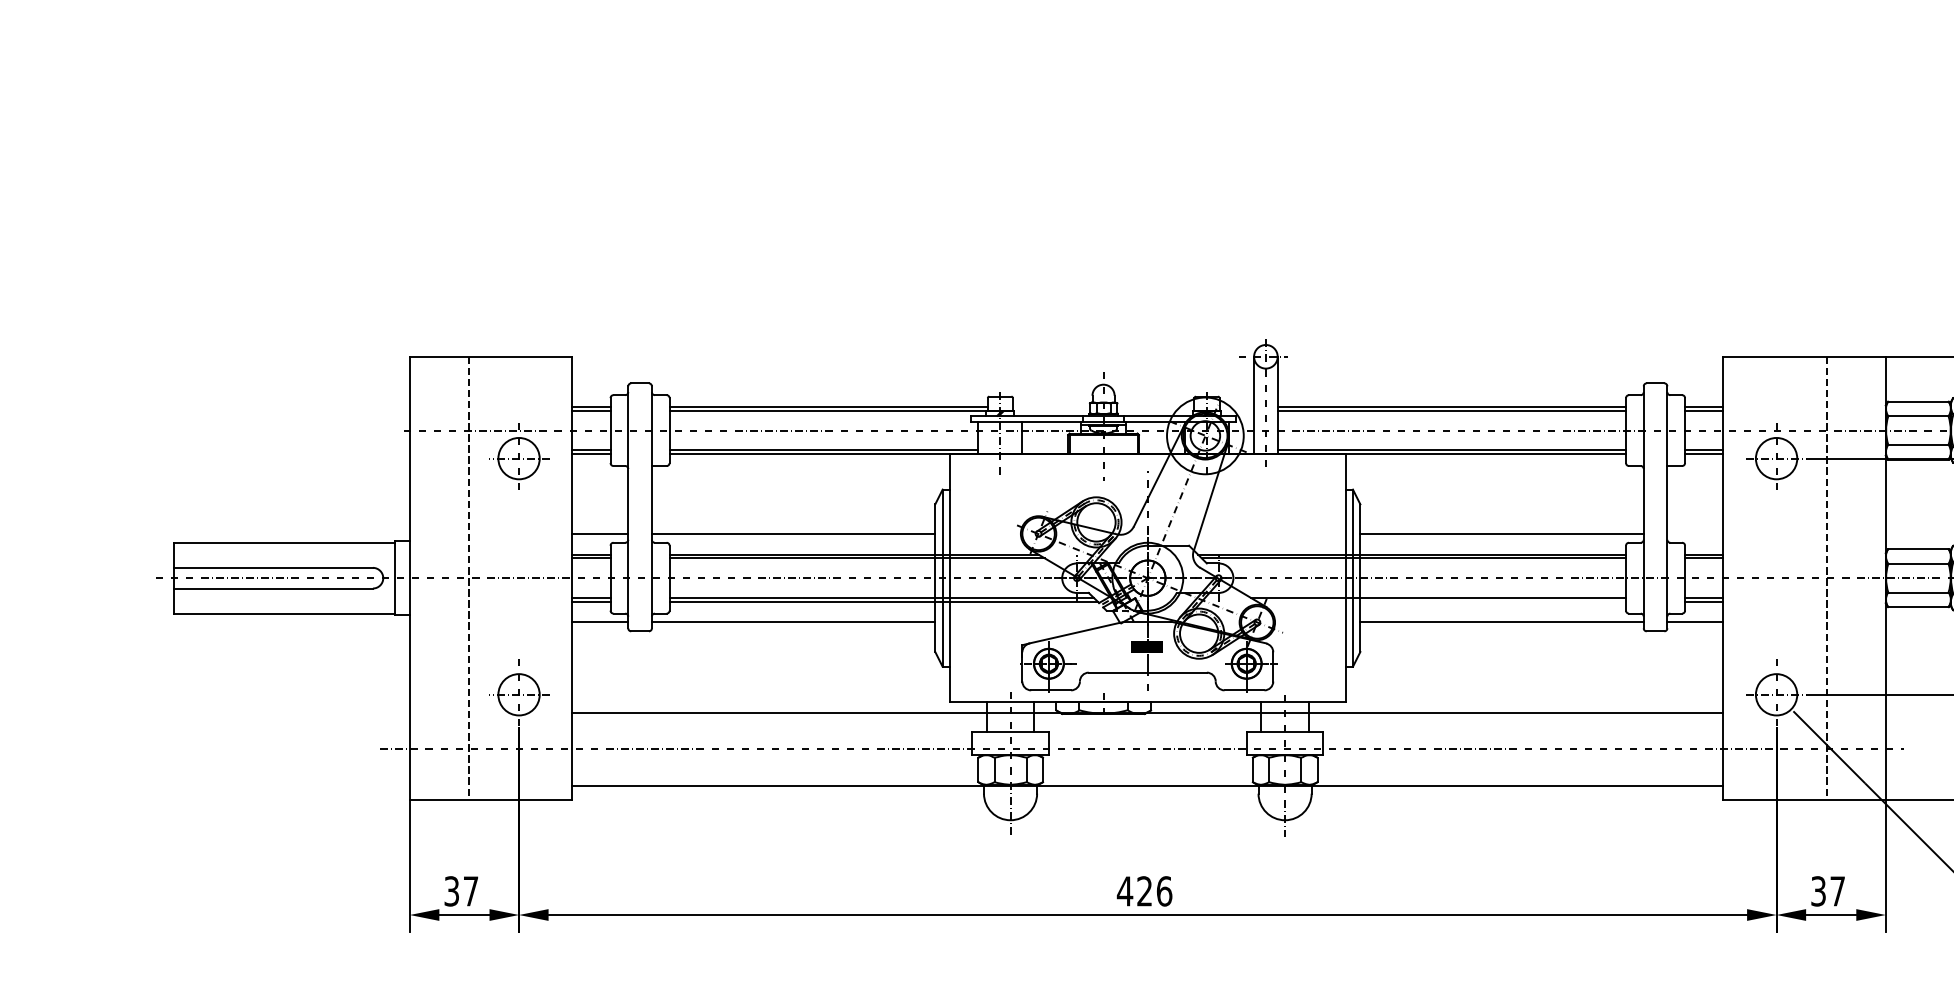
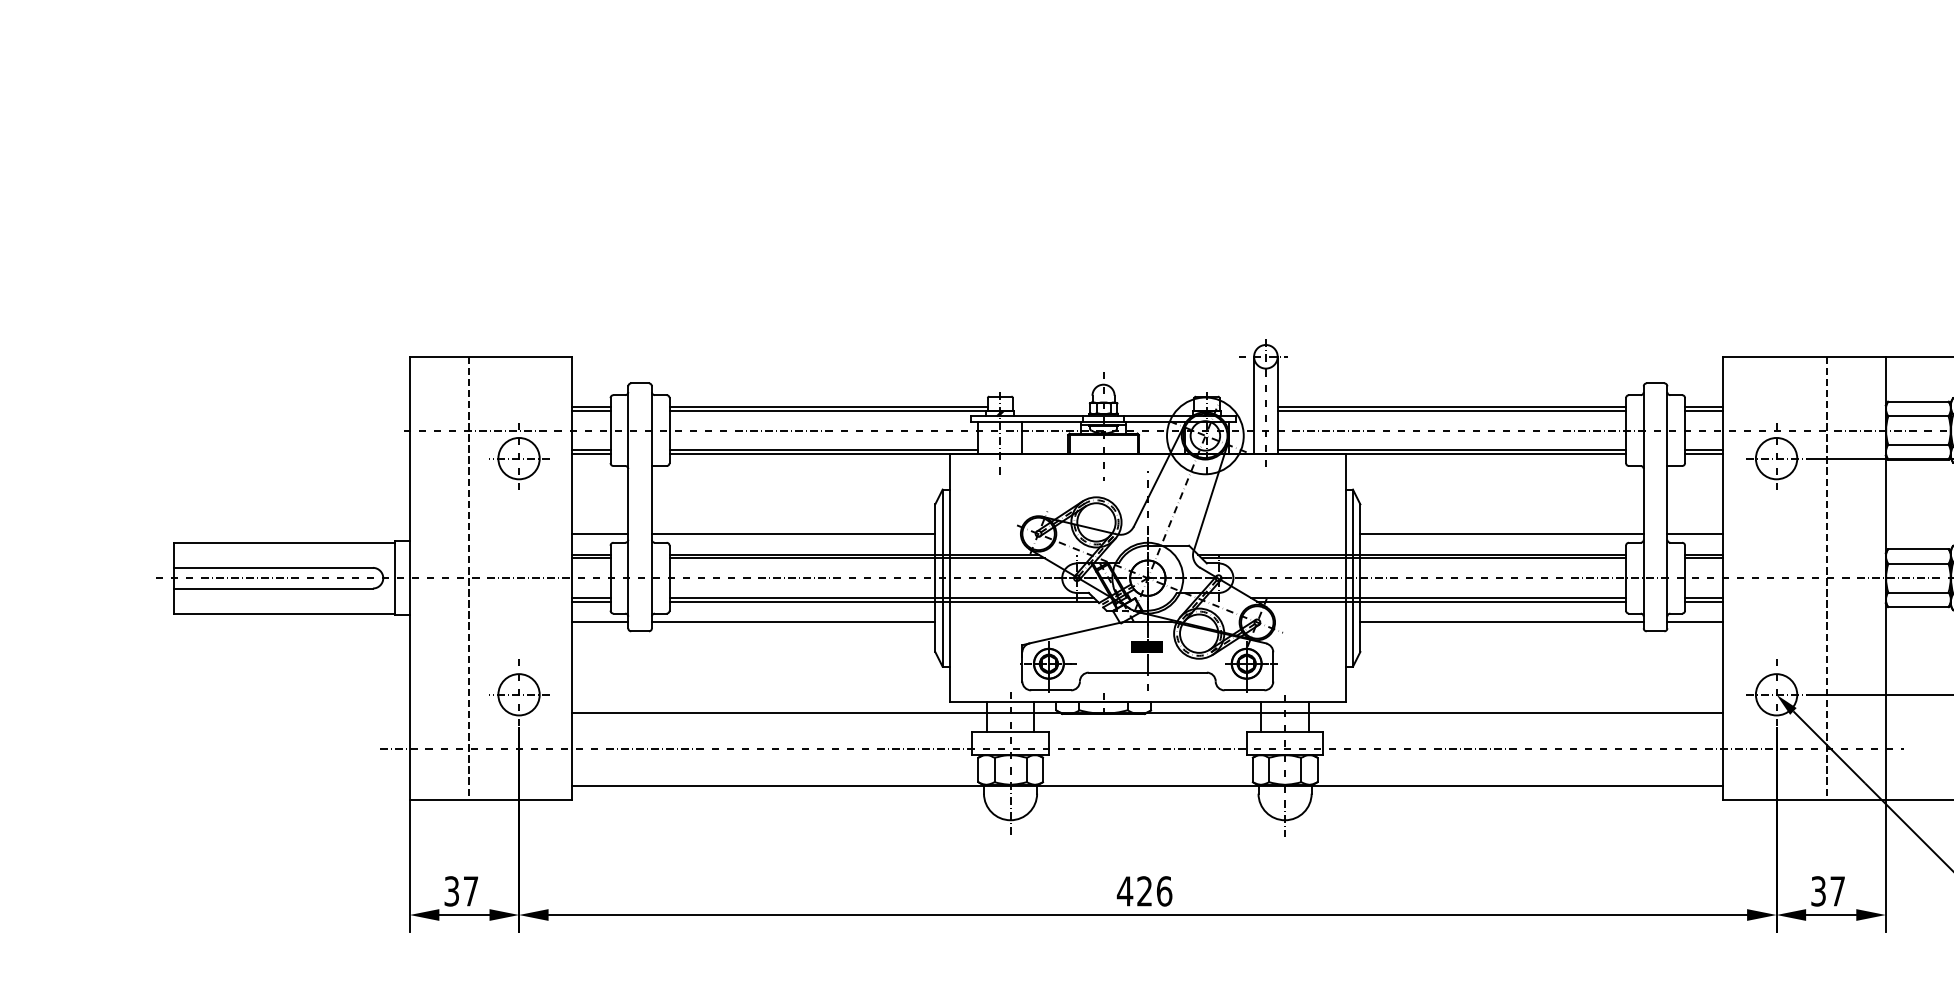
line at (1695, 533): none -> present
line at (1441, 601): none -> present
fill at (1786, 704): none -> present
